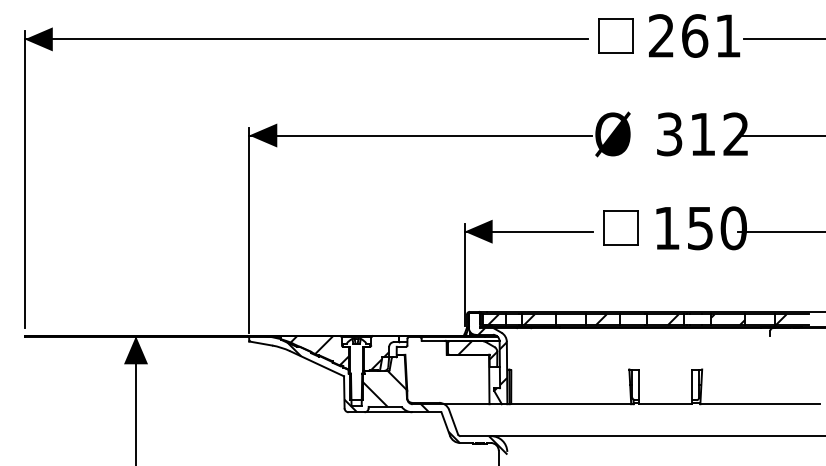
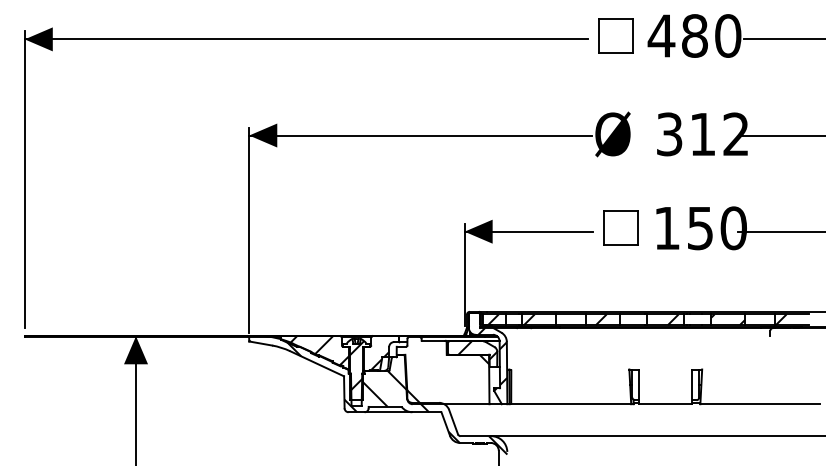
text at (694, 35): 261 -> 480
hatch at (356, 366): none -> present
hatch at (448, 379): none -> present
